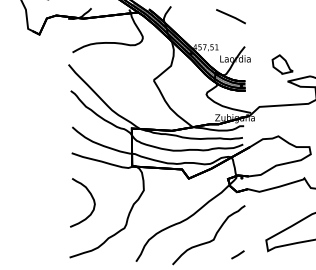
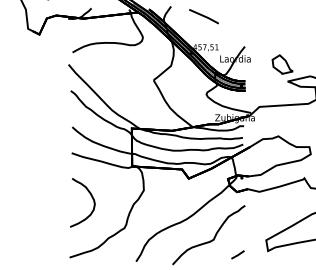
line at (230, 16) position: (230, 16) -> (203, 16)
